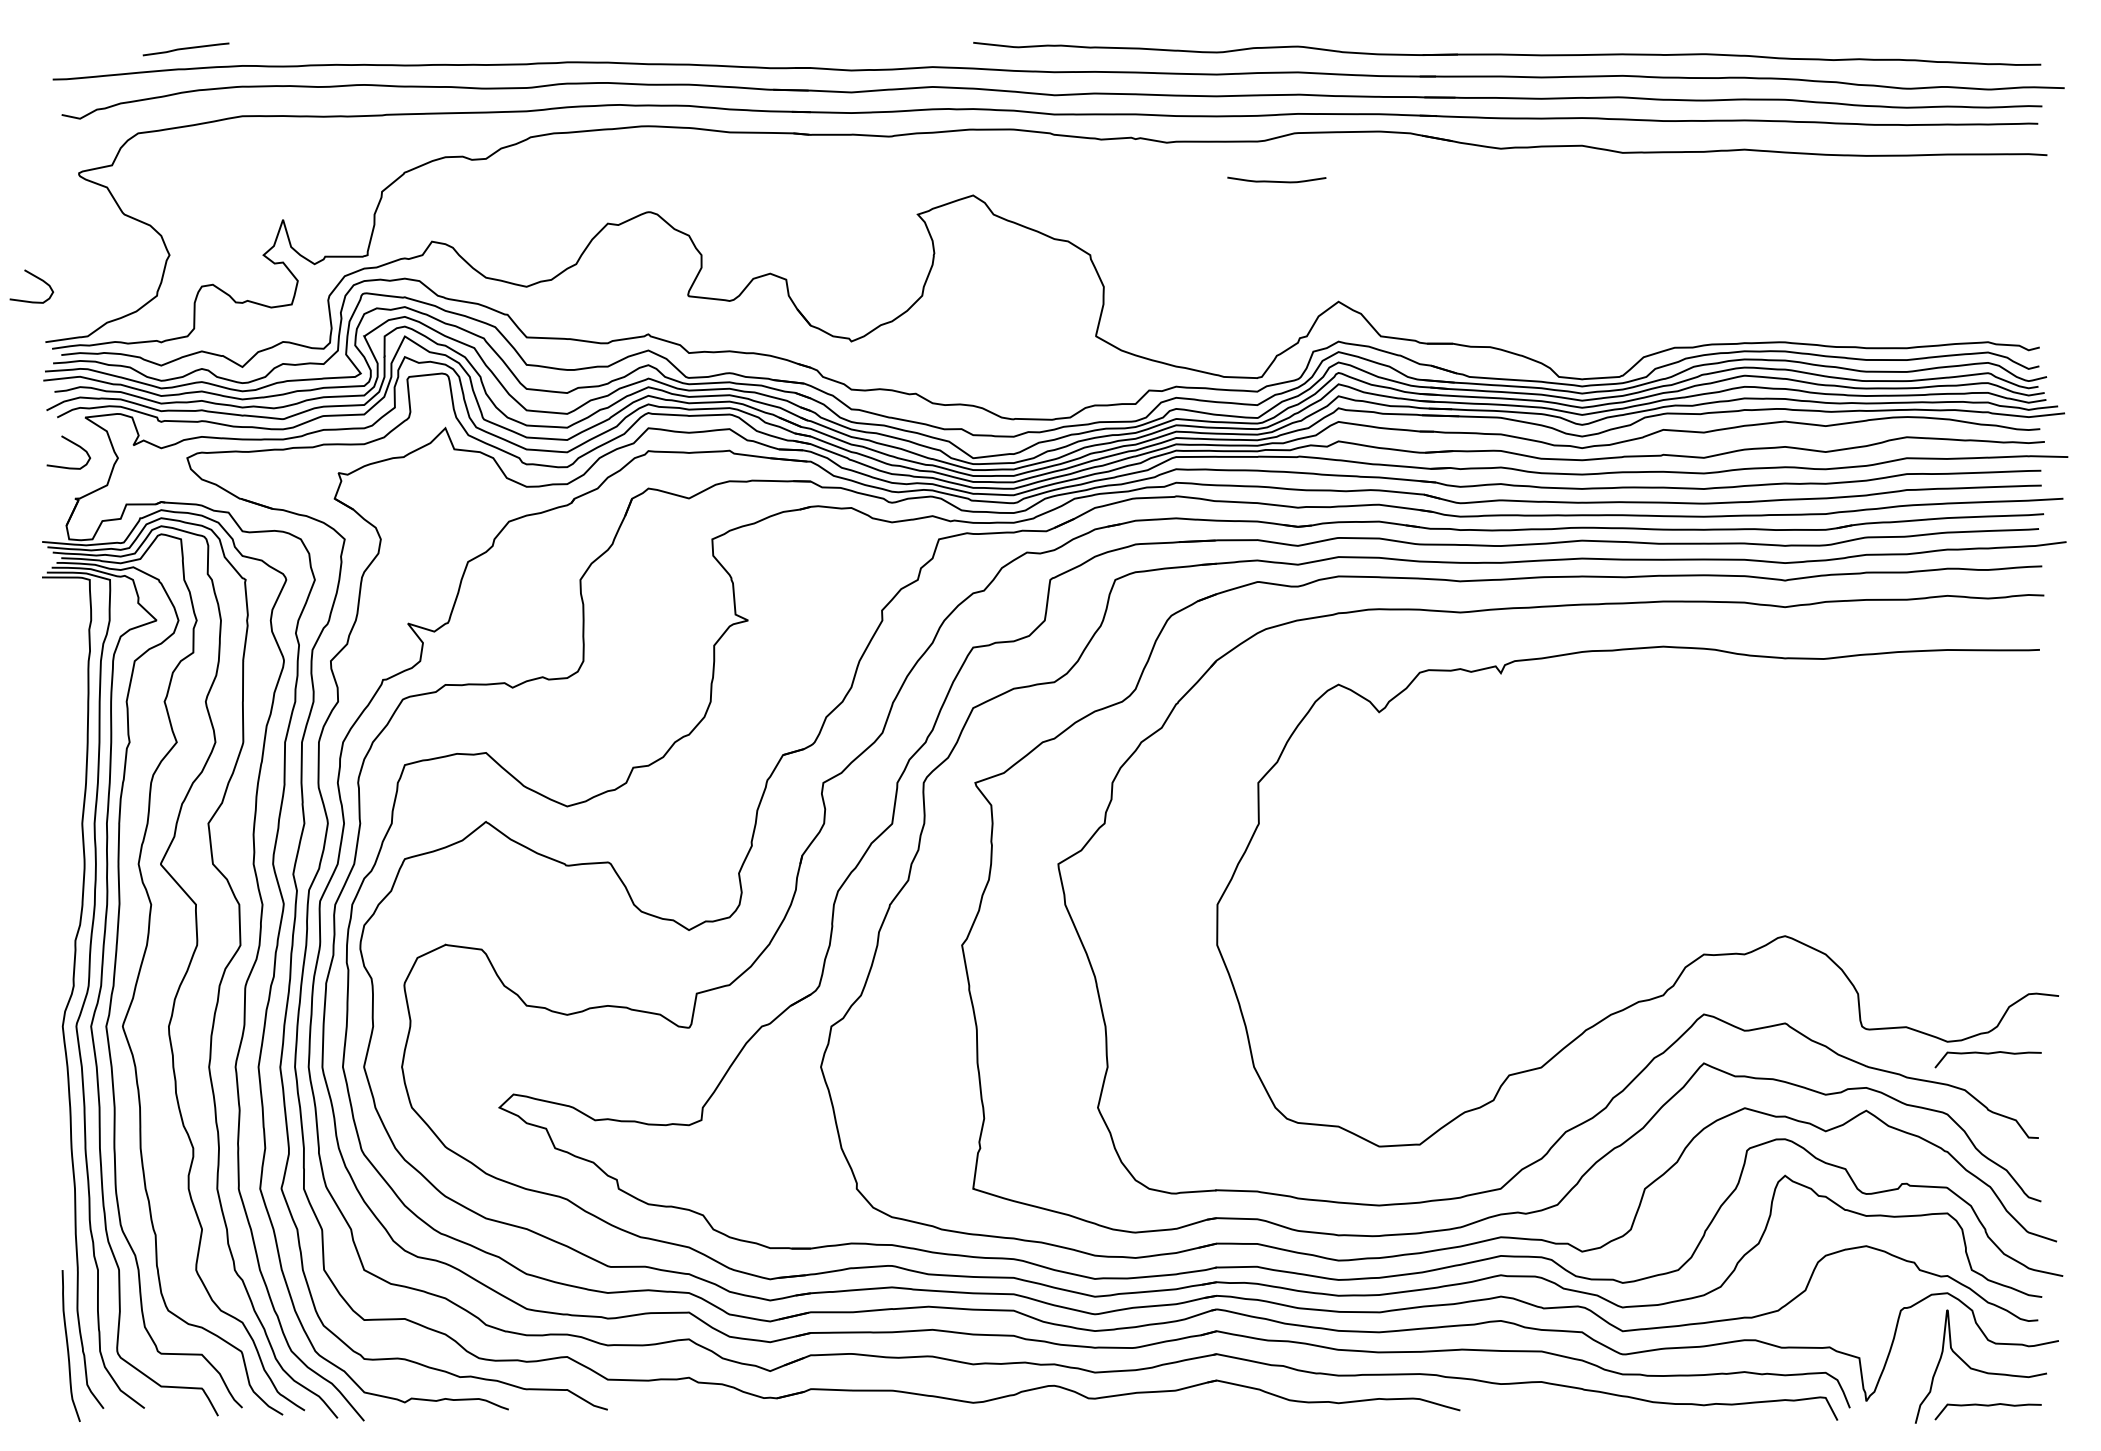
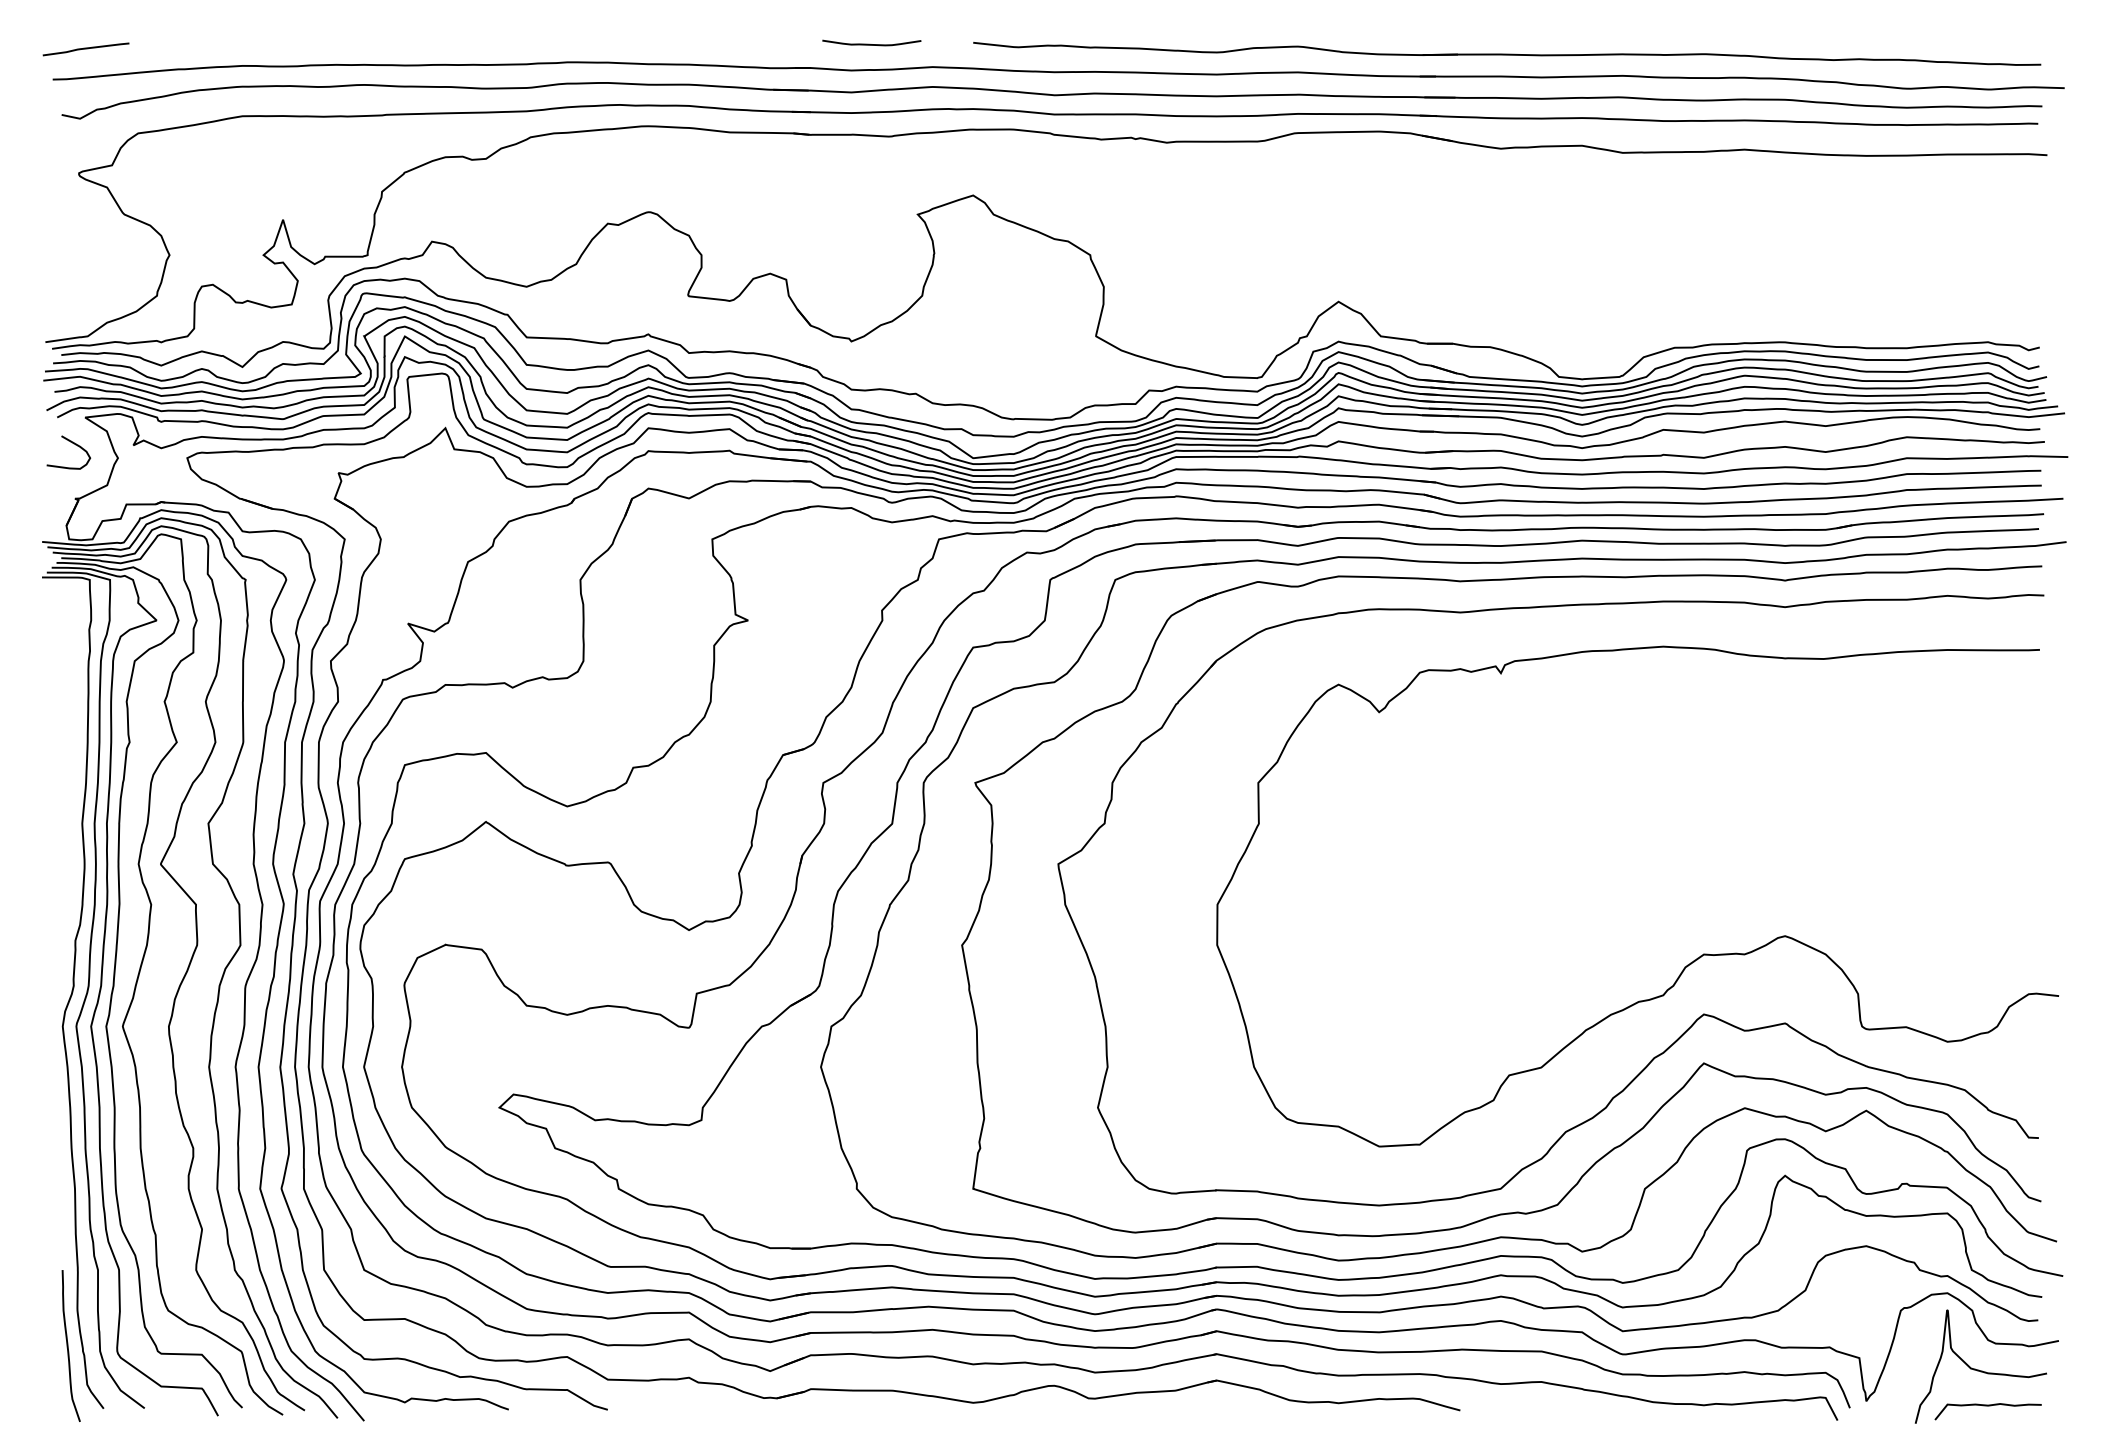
curve at (185, 49) position: (185, 49) -> (85, 49)
curve at (1276, 181) position: (1276, 181) -> (871, 44)
curve at (36, 278): present -> none
curve at (1987, 1054): present -> none
